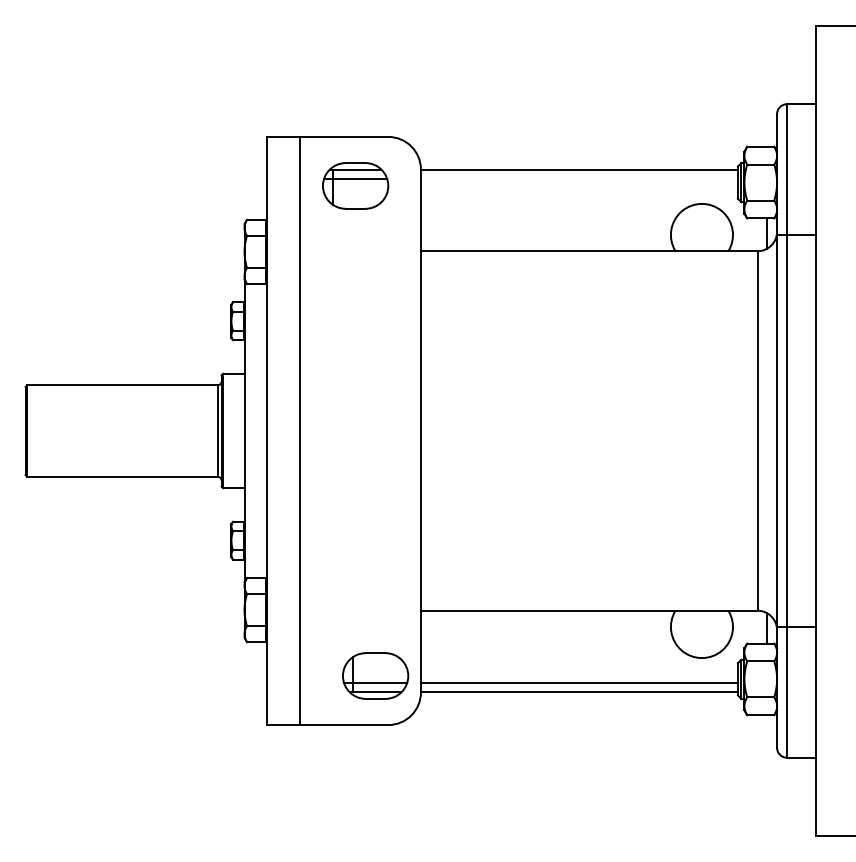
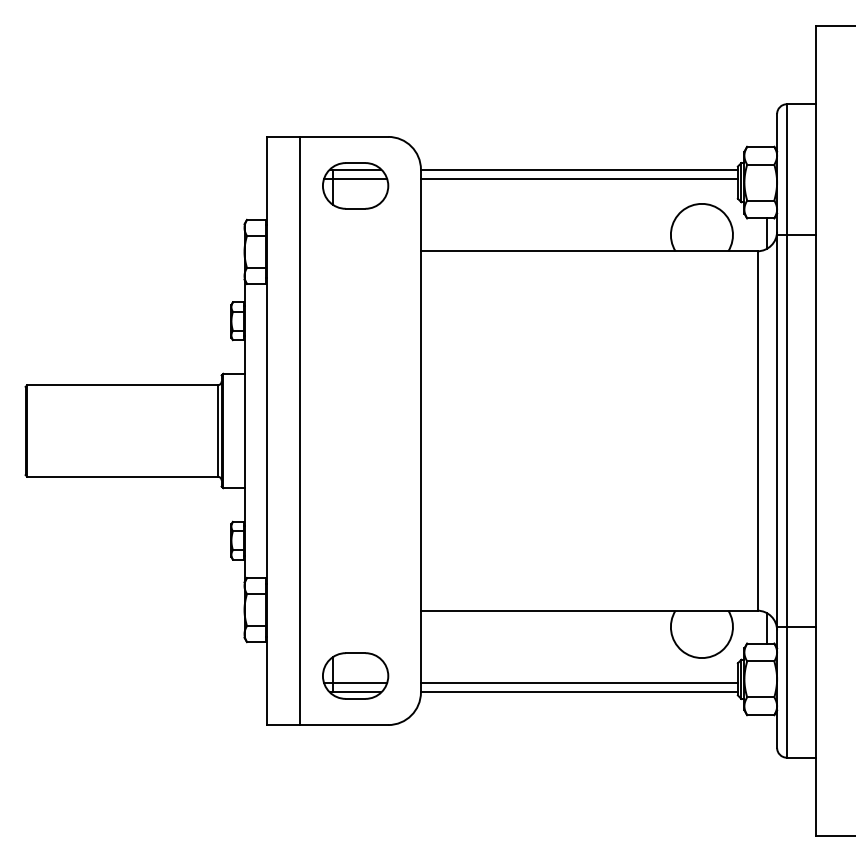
line at (578, 179): none -> present
part at (375, 675) position: (375, 675) -> (355, 675)
